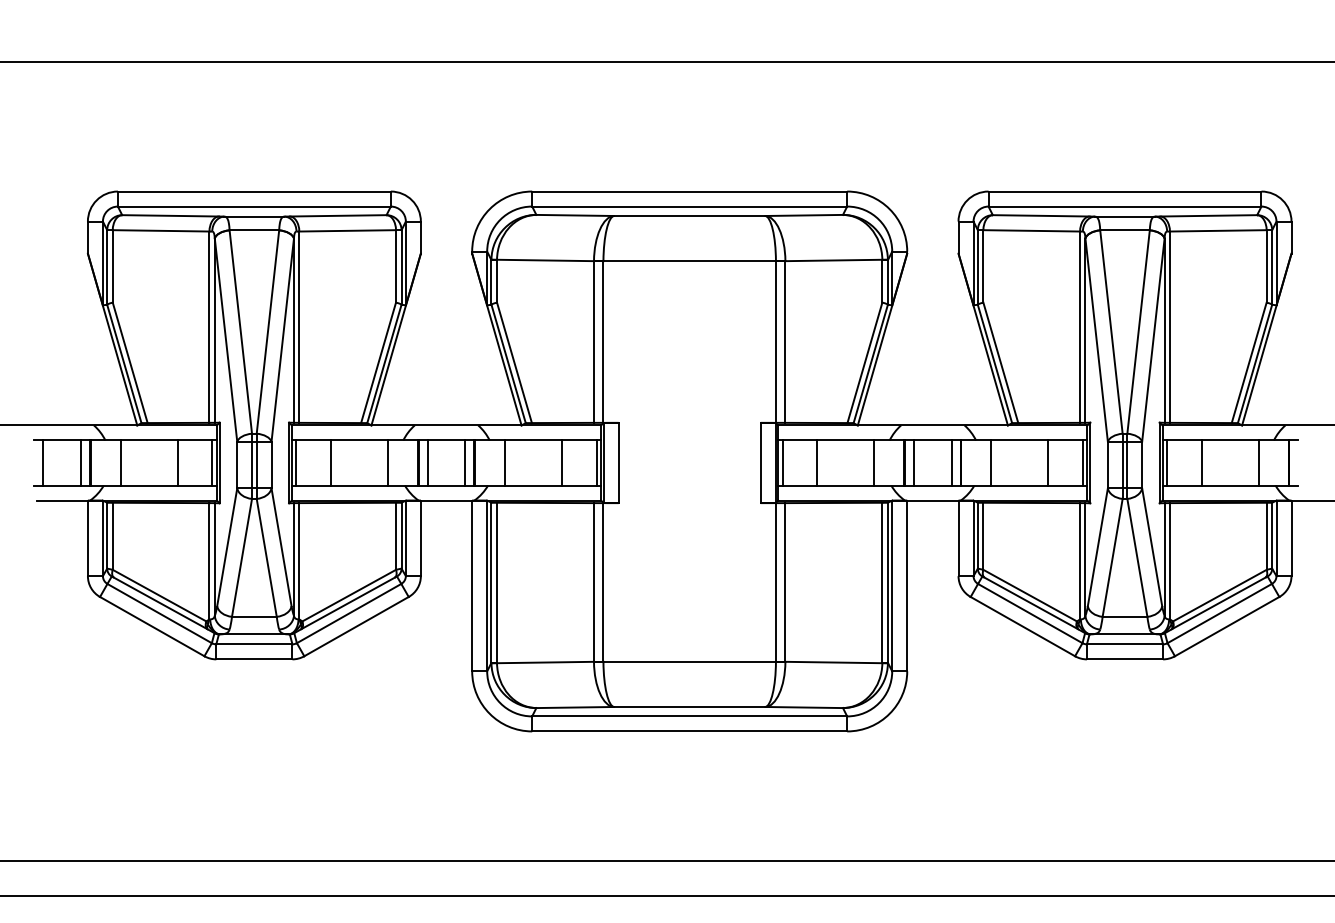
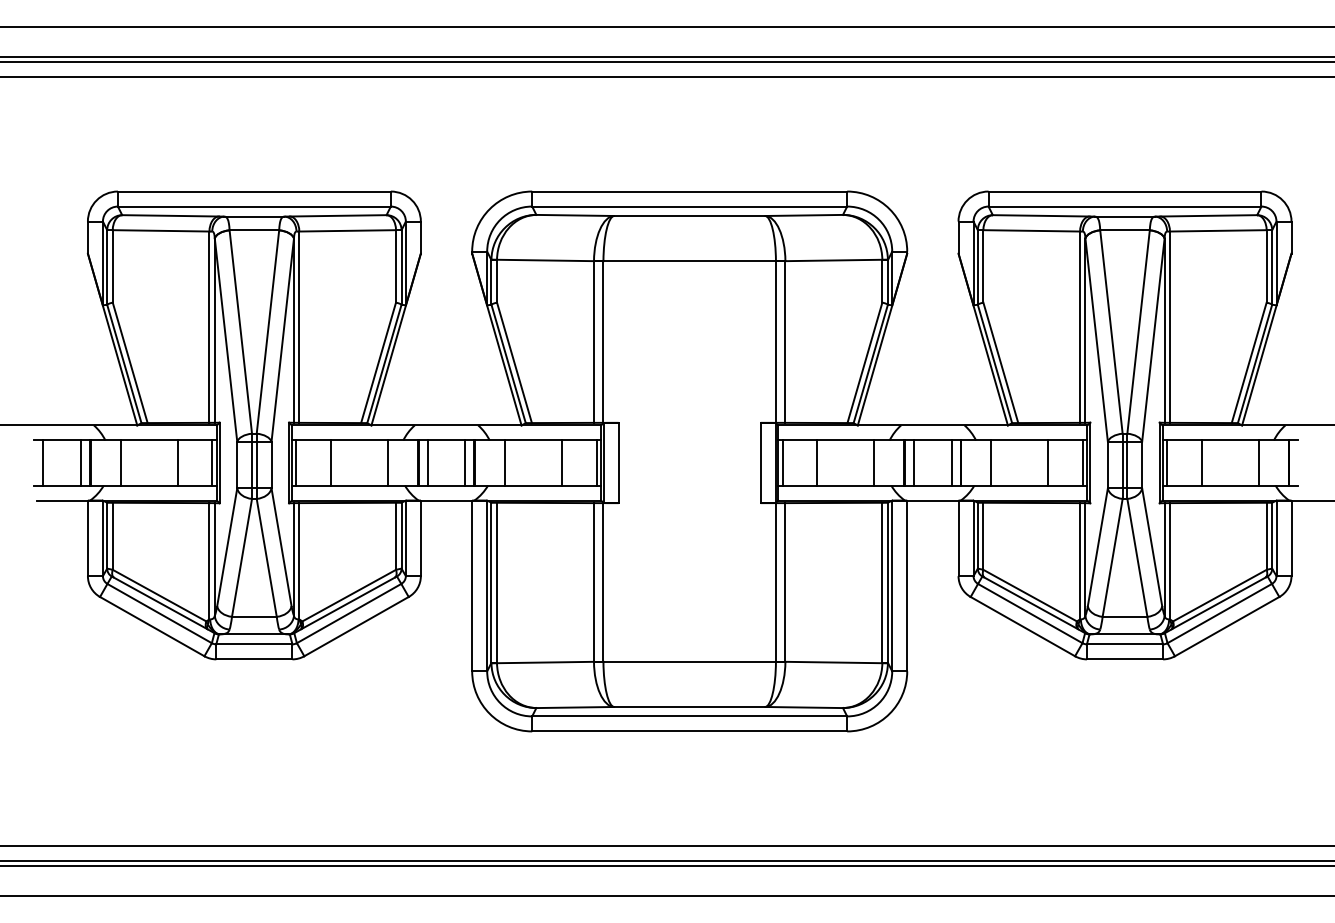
line at (666, 27): none -> present
line at (666, 57): none -> present
line at (666, 77): none -> present
line at (666, 845): none -> present
line at (666, 865): none -> present
